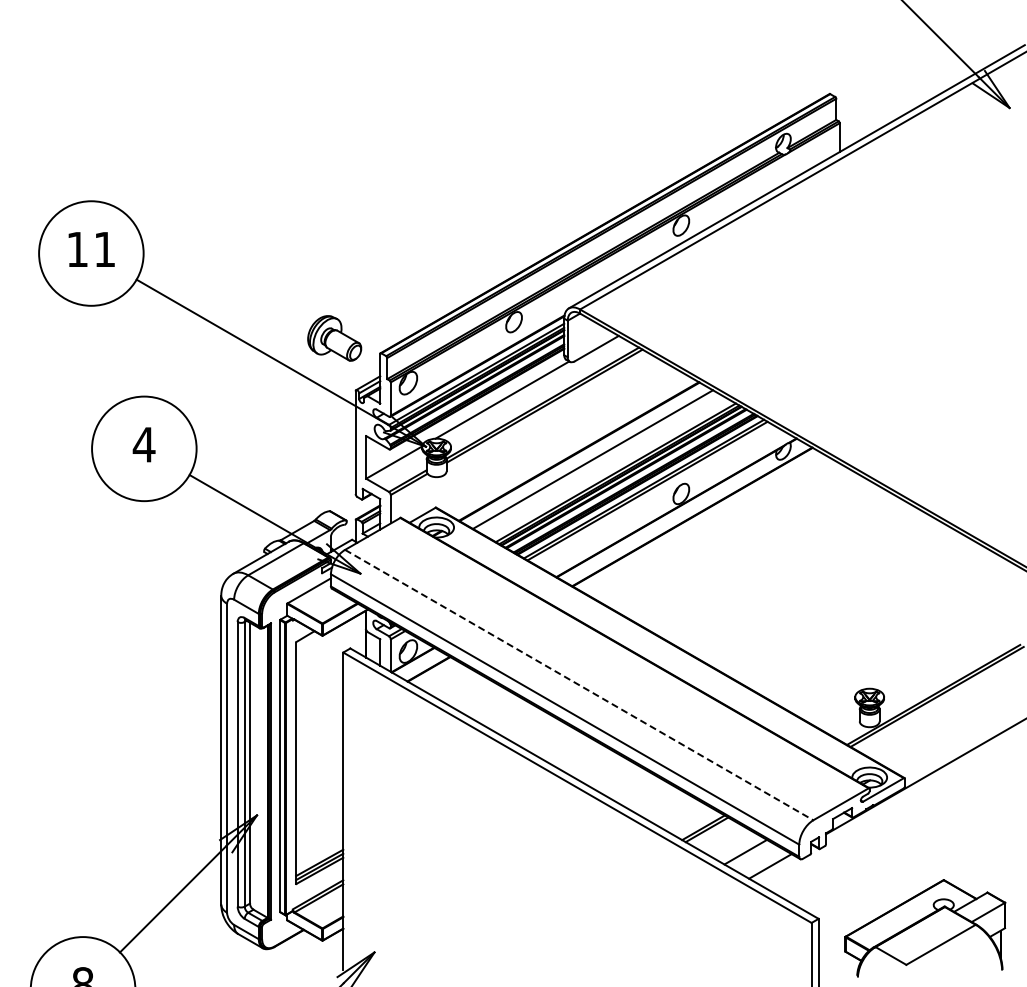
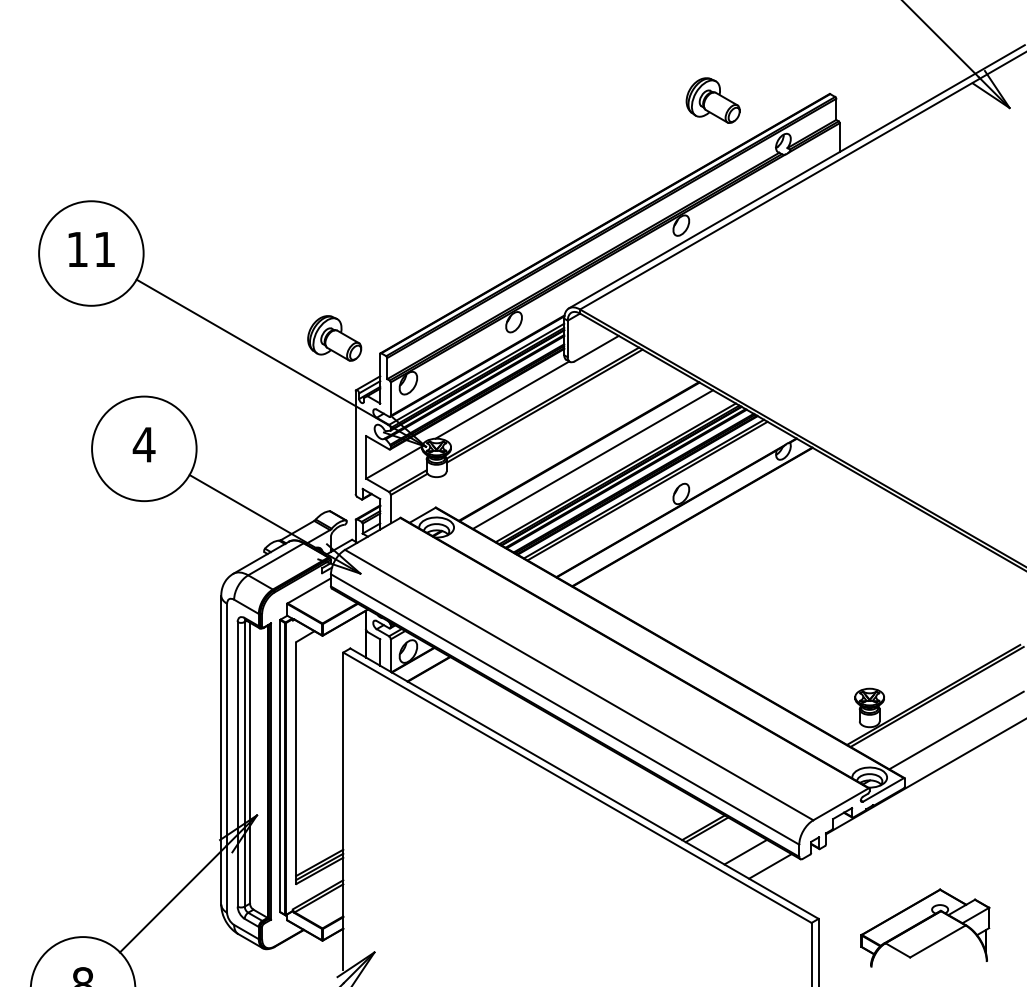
part at (712, 100): none -> present
line at (579, 685): dashed -> solid
line at (956, 730): none -> present
part at (925, 928) size: 163x99 px -> 131x80 px
